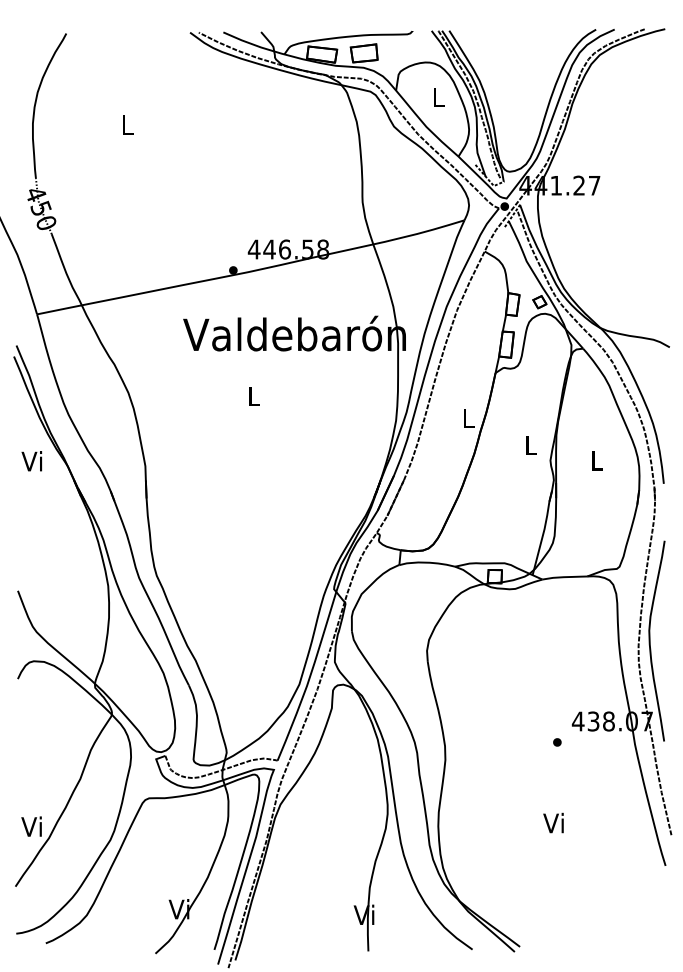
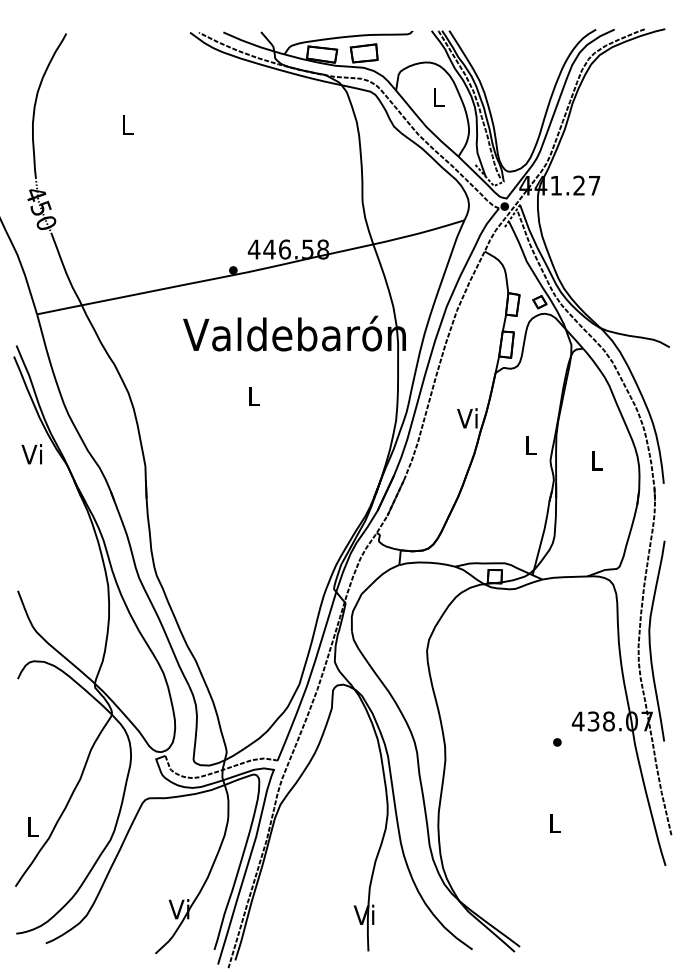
text at (467, 418): L -> Vi
text at (31, 461) position: (31, 461) -> (31, 454)
text at (553, 822): Vi -> L
text at (31, 826): Vi -> L
